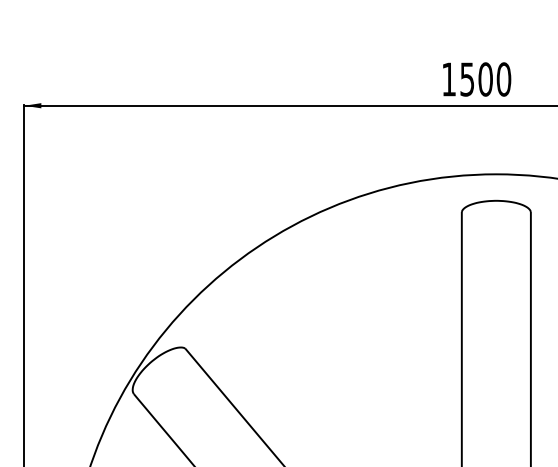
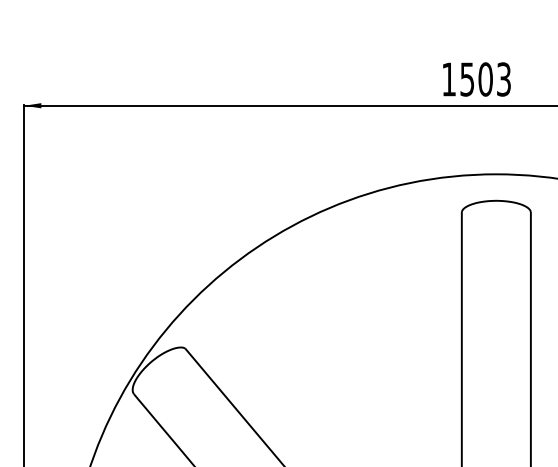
text at (503, 79): 1500 -> 1503
